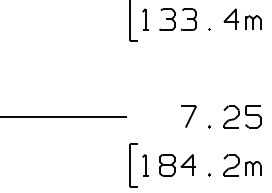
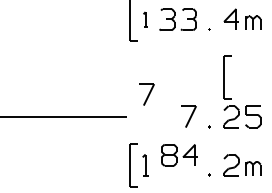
part at (145, 19) size: 7x23 px -> 5x17 px
part at (227, 77): none -> present
part at (146, 94): none -> present
part at (177, 165) position: (177, 165) -> (179, 155)
